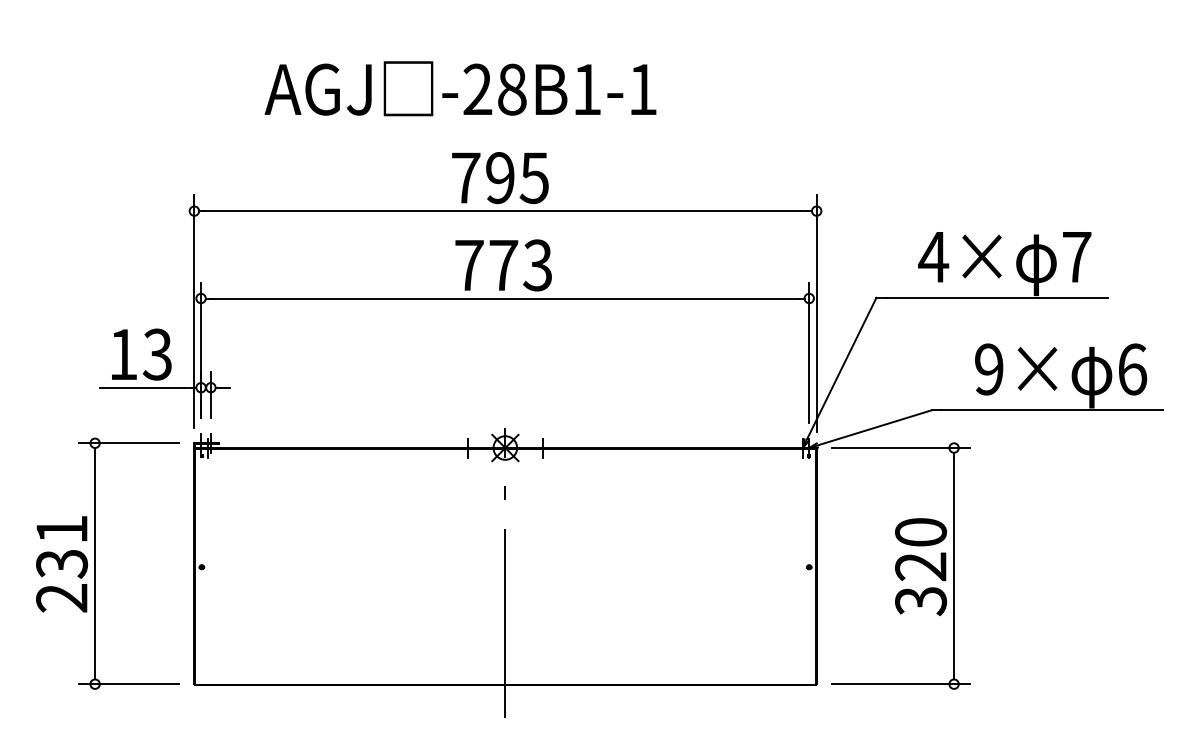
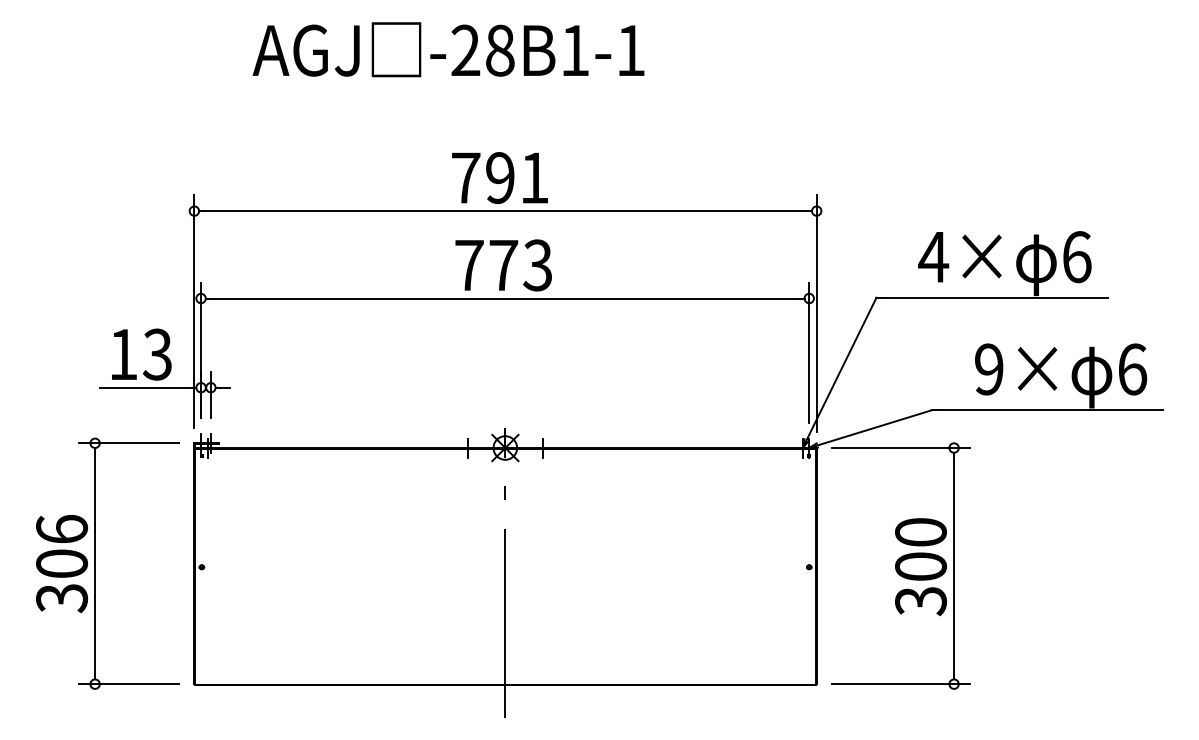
text at (460, 88) position: (460, 88) -> (448, 49)
text at (533, 178): 795 -> 791
text at (1077, 257): 7 -> 6
text at (62, 564): 231 -> 306
text at (921, 566): 320 -> 300
